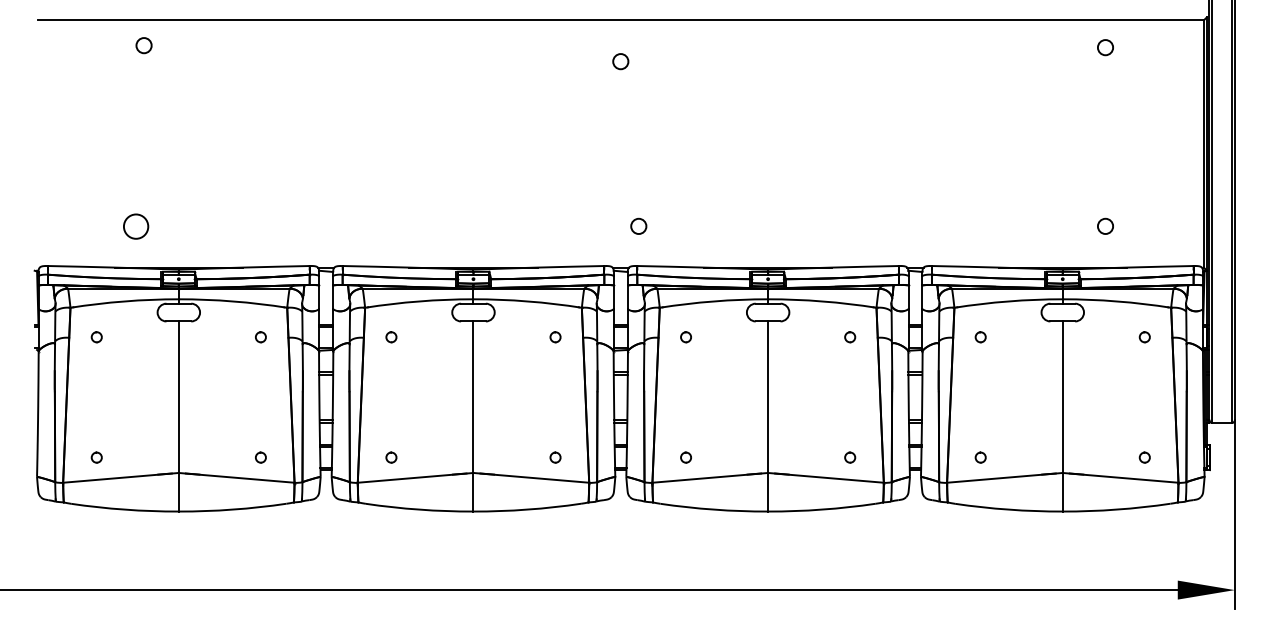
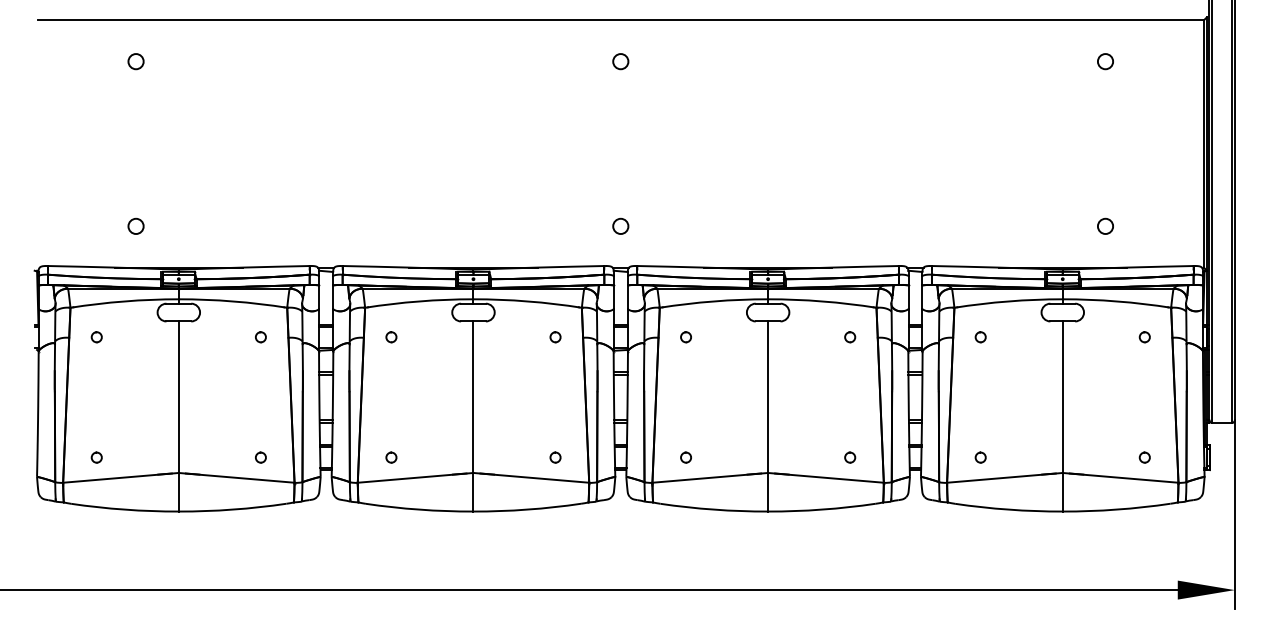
circle at (143, 45) position: (143, 45) -> (135, 61)
circle at (1105, 47) position: (1105, 47) -> (1105, 61)
circle at (638, 225) position: (638, 225) -> (620, 225)
circle at (136, 226) size: 27x27 px -> 18x18 px
